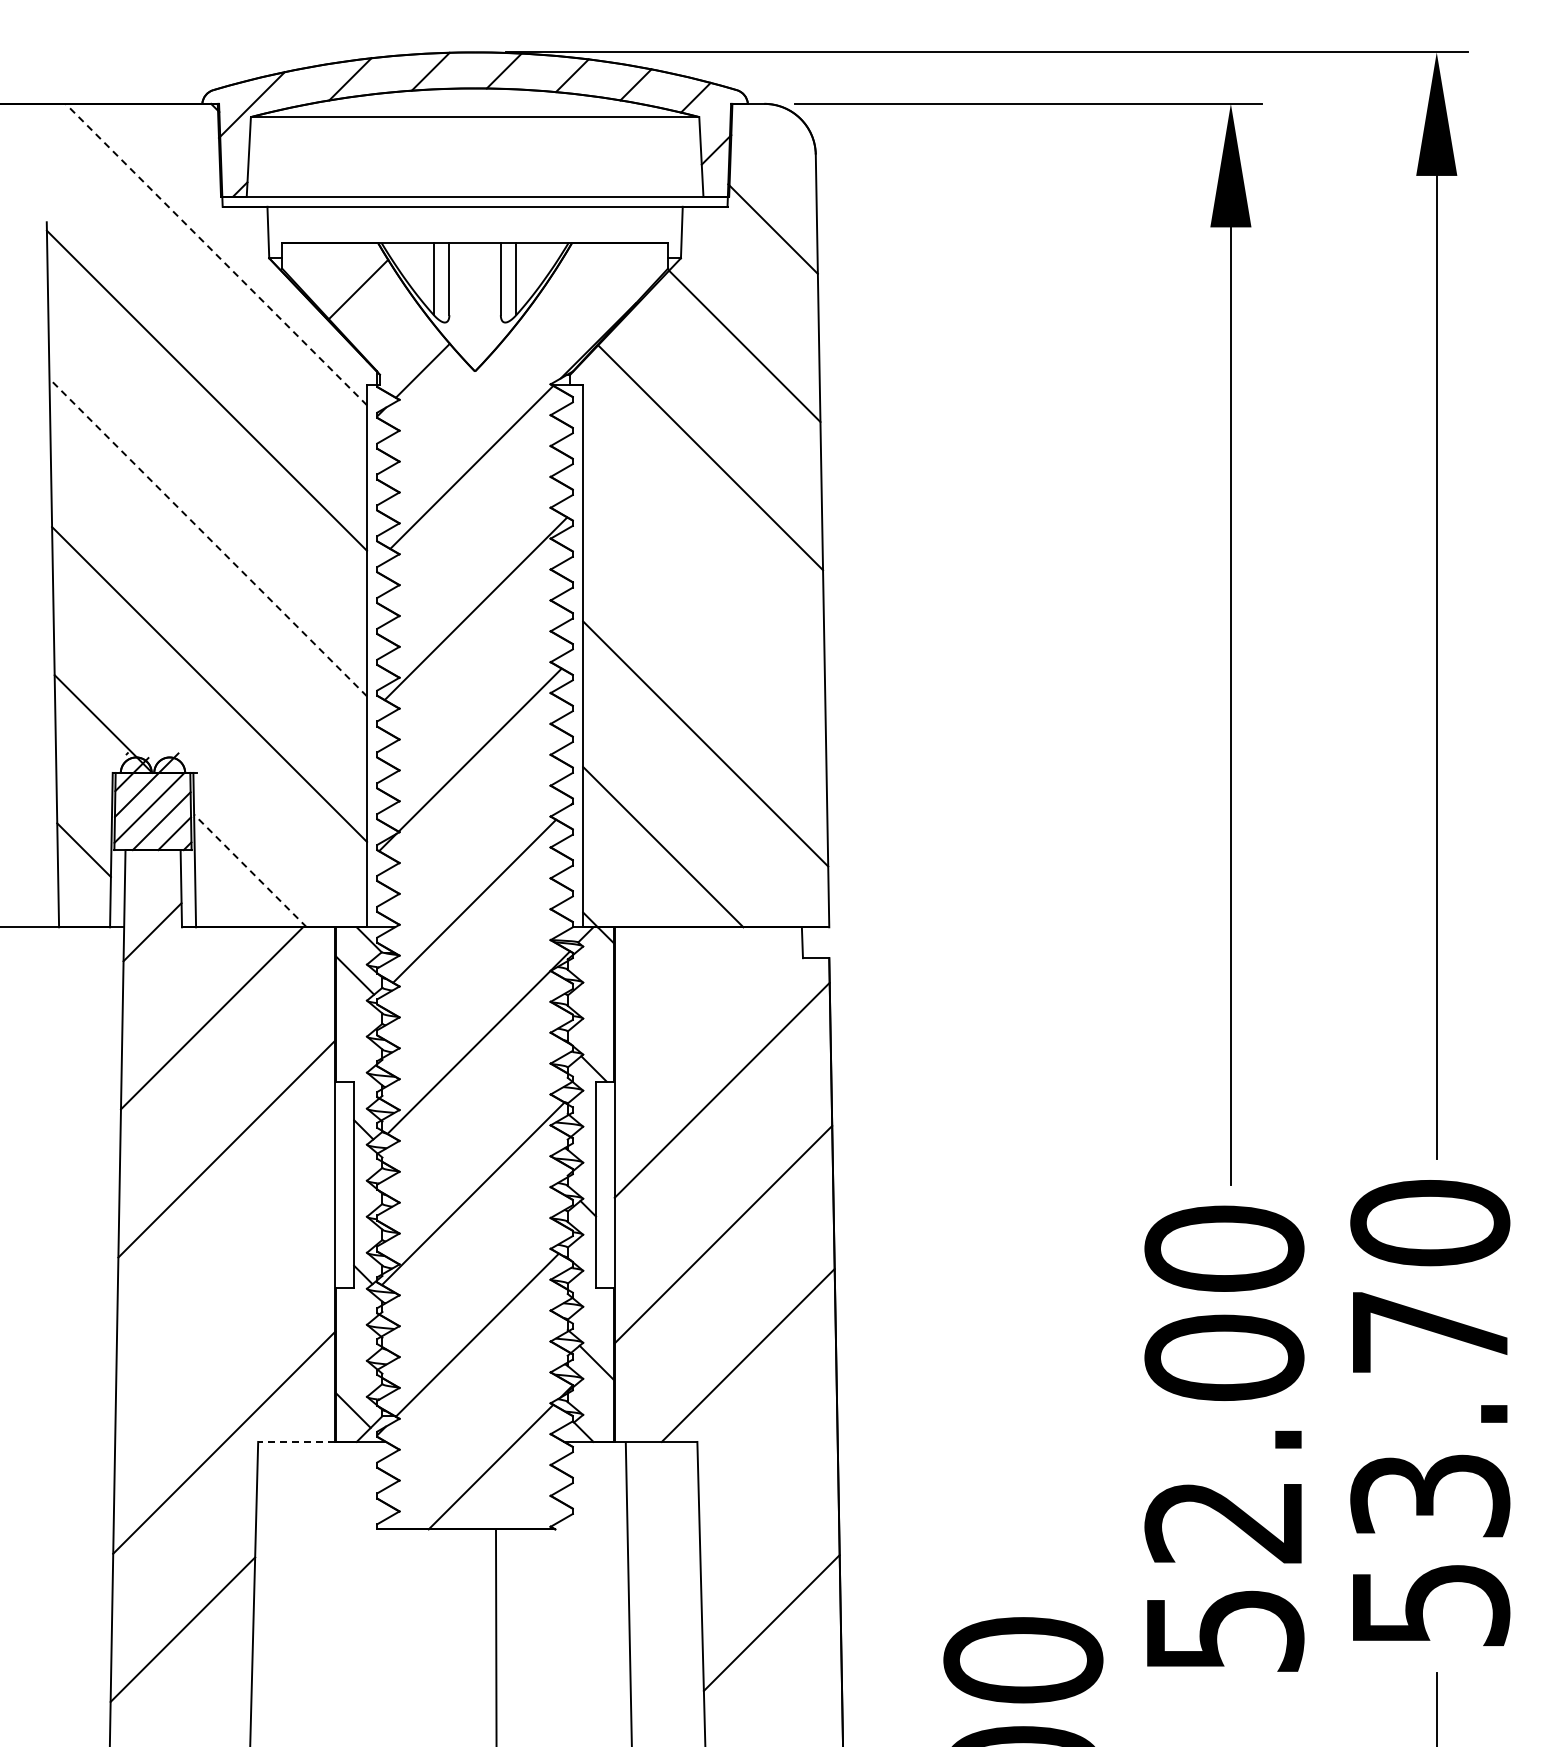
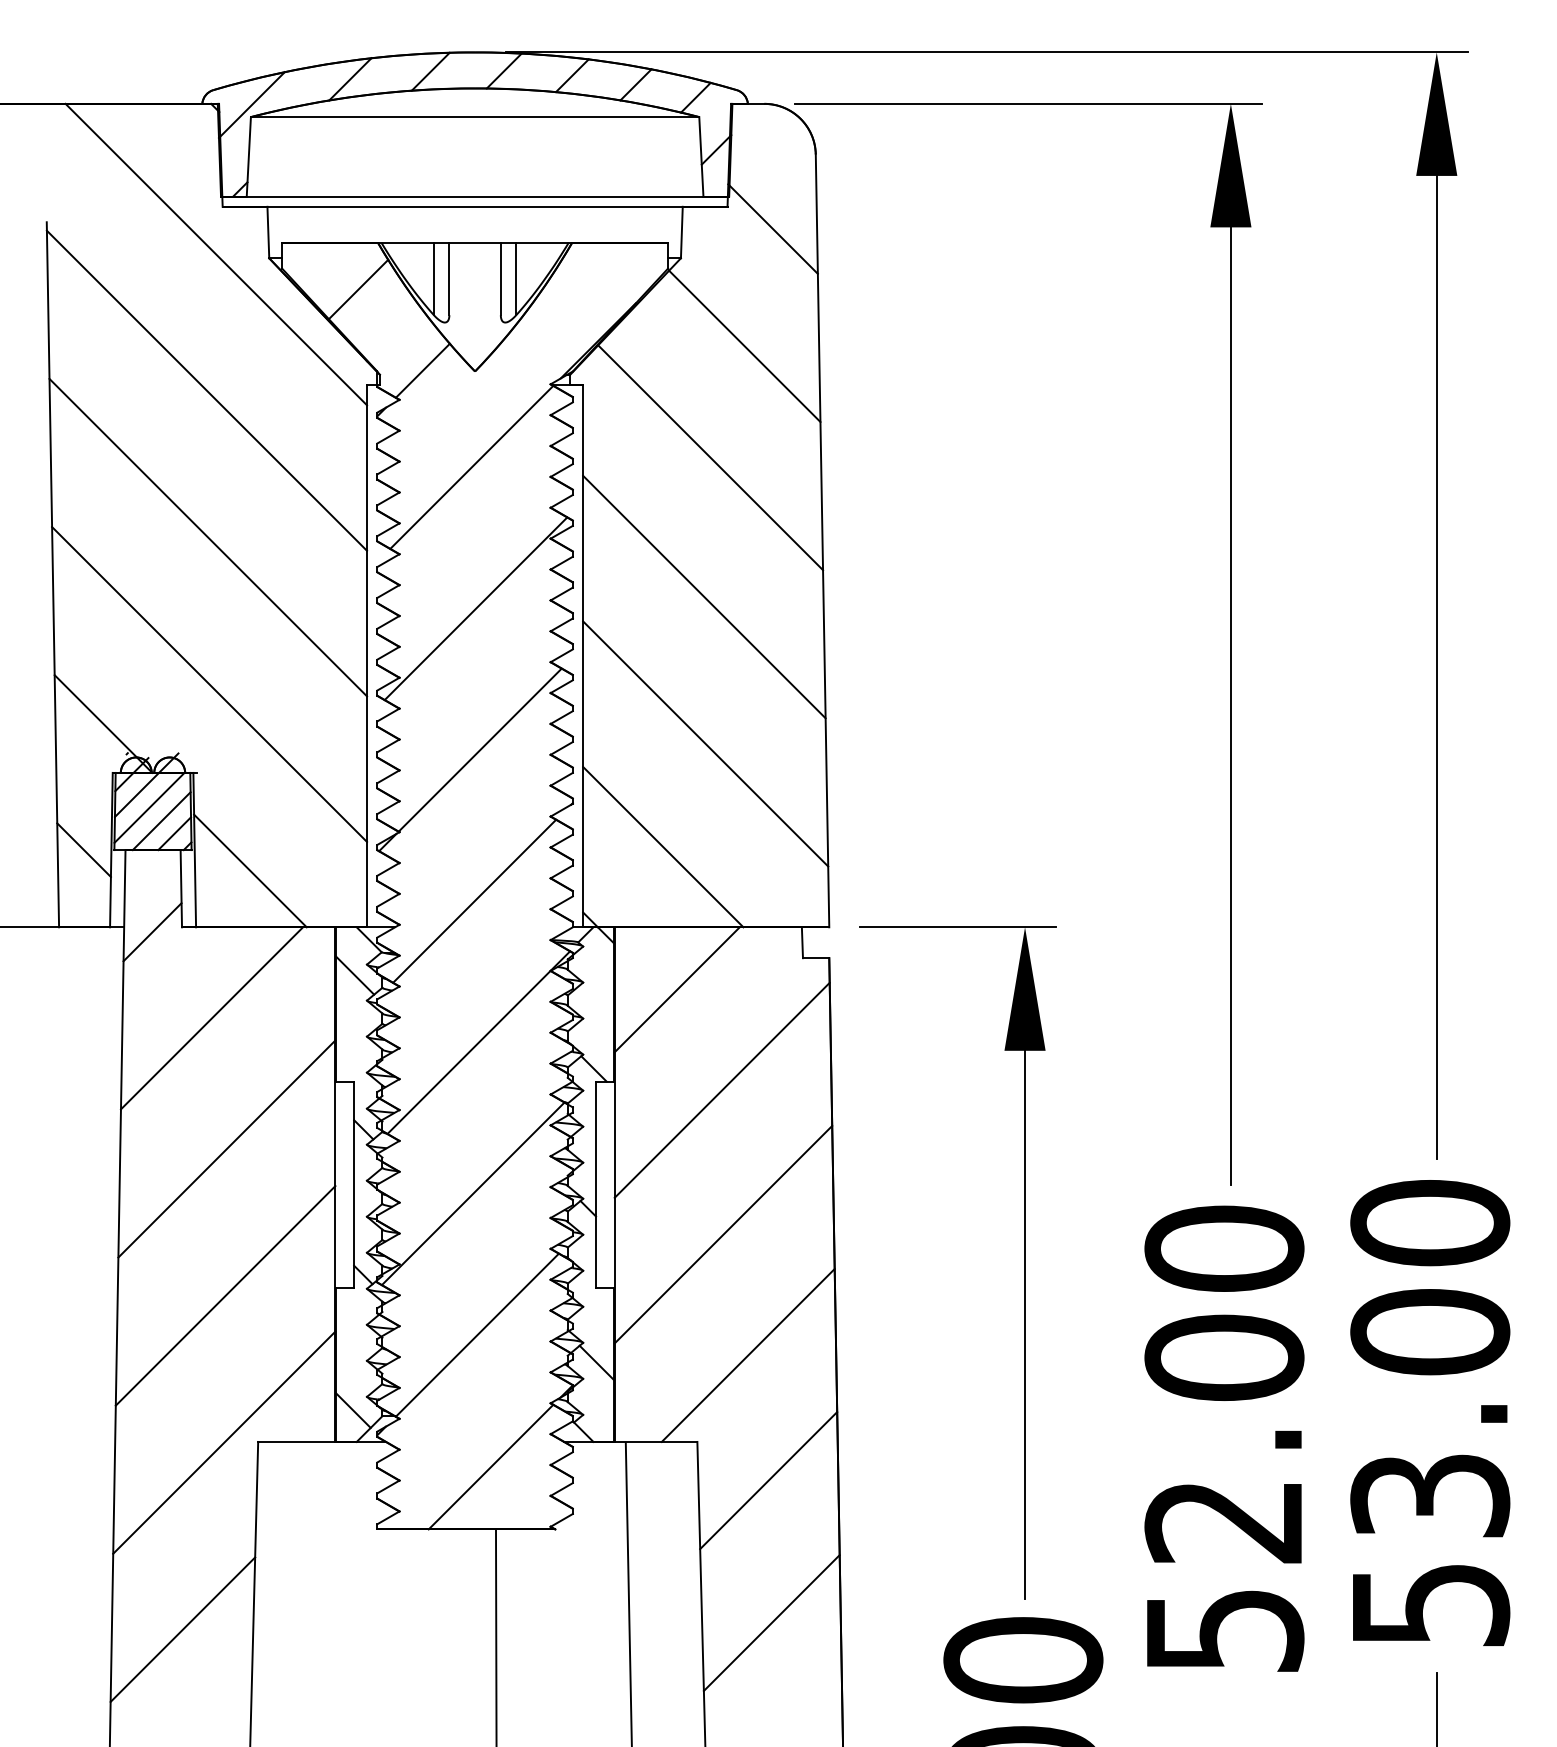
line at (215, 254): dashed -> solid
line at (208, 537): dashed -> solid
line at (704, 596): none -> present
line at (250, 870): dashed -> solid
line at (676, 989): none -> present
part at (1024, 1262): none -> present
line at (225, 1295): none -> present
text at (1430, 1332): 53.70 -> 53.00
line at (296, 1441): dashed -> solid
line at (768, 1480): none -> present
